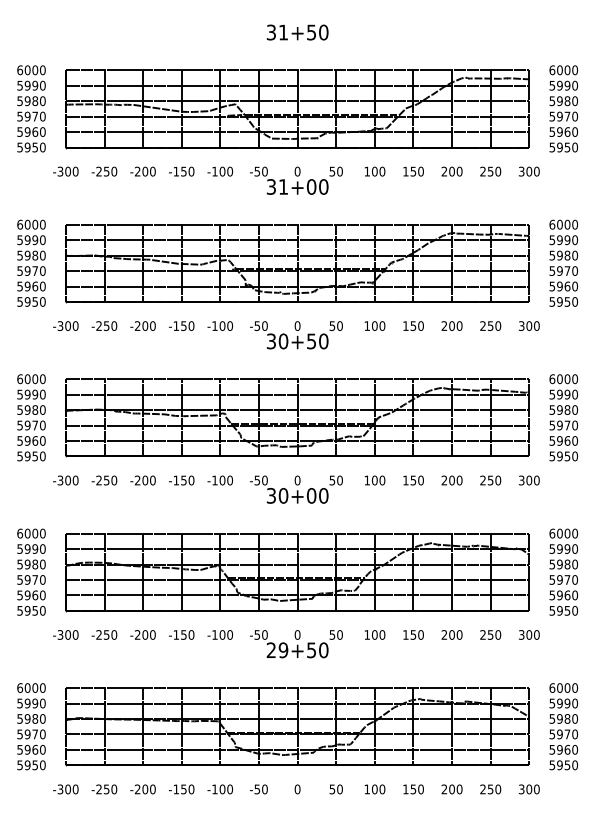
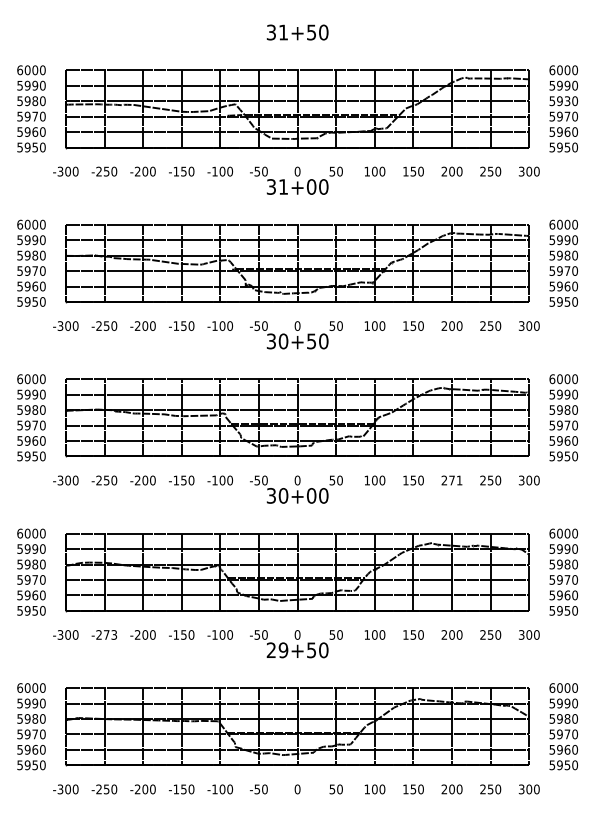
text at (567, 101): 5980 -> 5930
text at (455, 480): 200 -> 271
text at (110, 634): -250 -> -273
